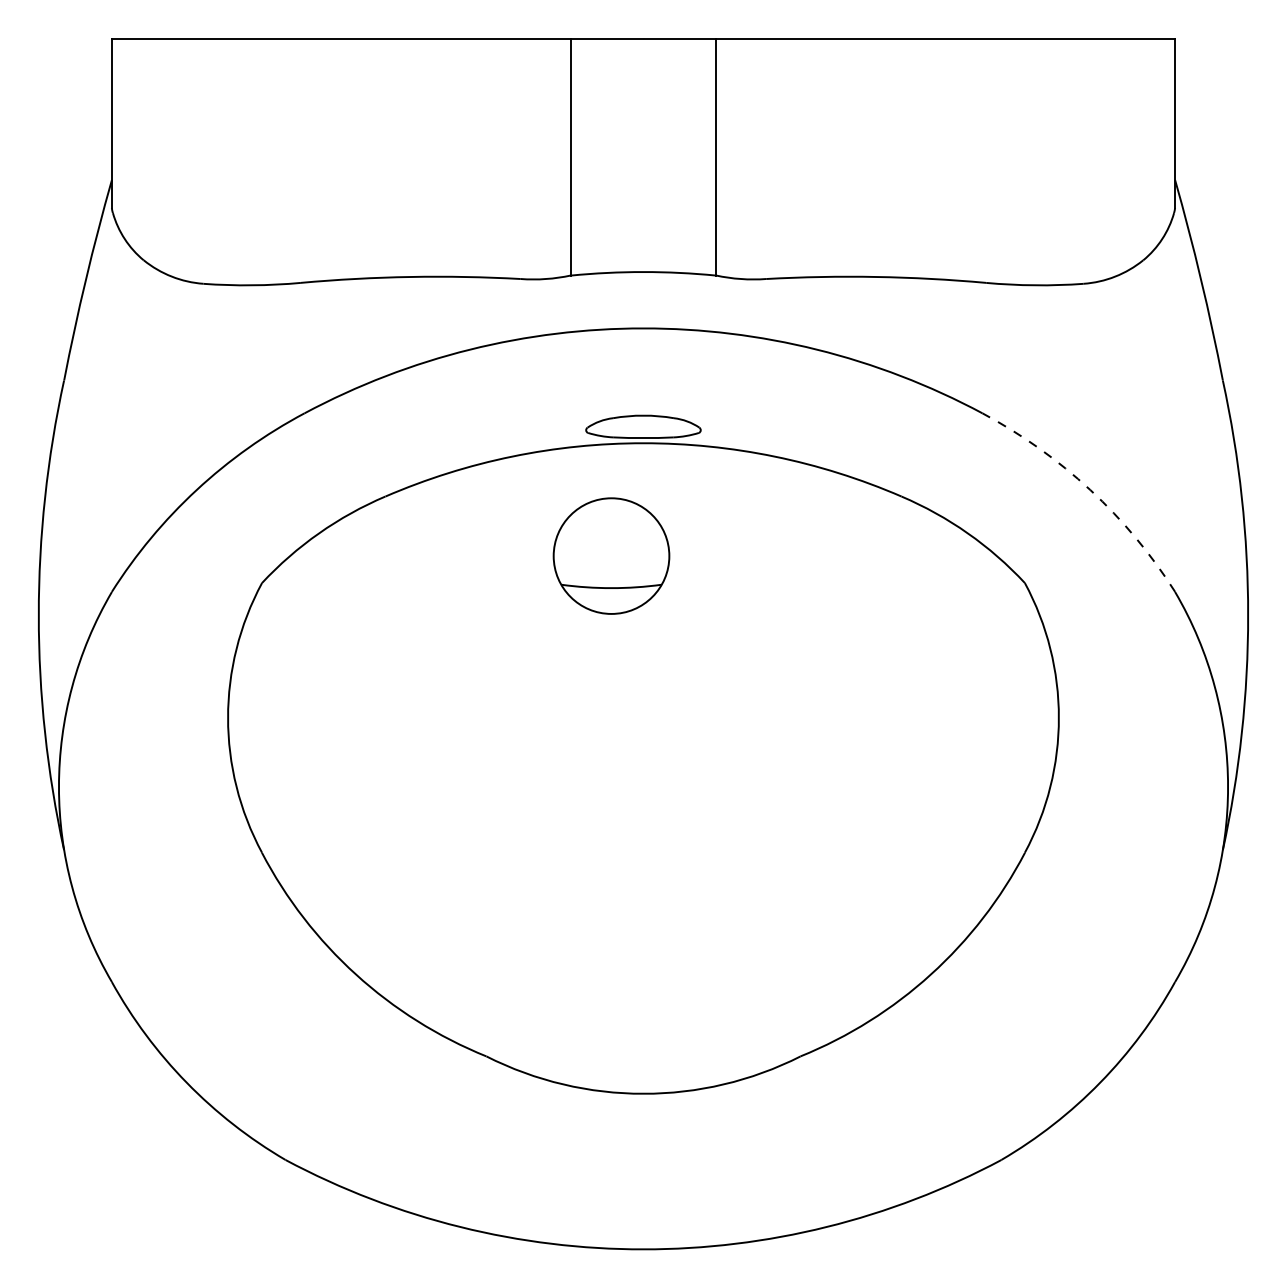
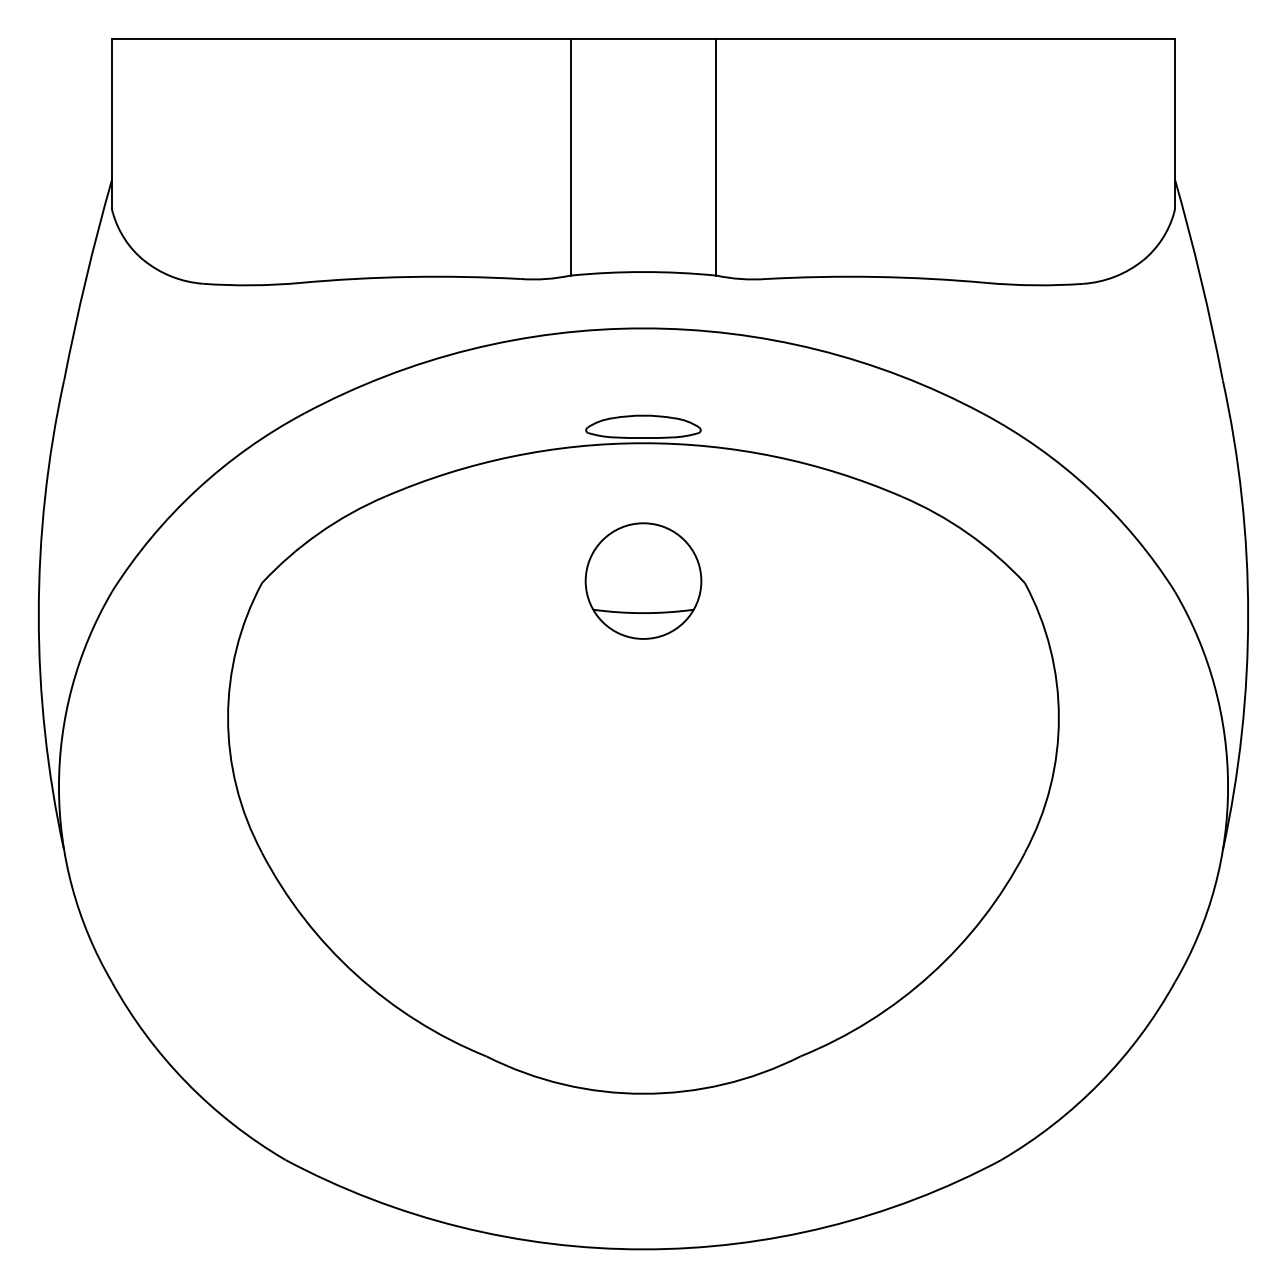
arc at (1090, 490): dashed -> solid
part at (611, 555) position: (611, 555) -> (643, 580)
